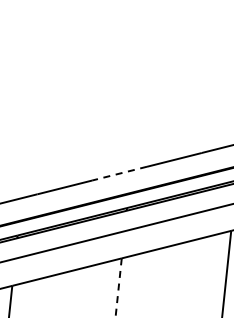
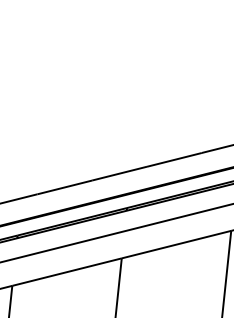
line at (119, 173): dashed -> solid
line at (118, 287): dashed -> solid
